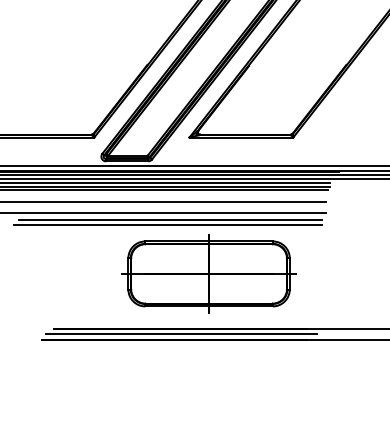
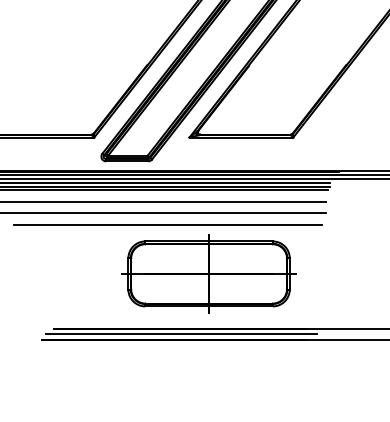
line at (194, 166): present -> none
line at (170, 219): present -> none
